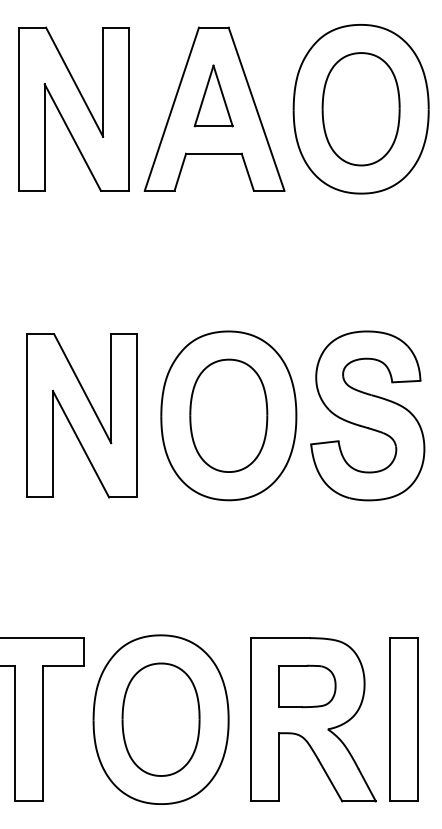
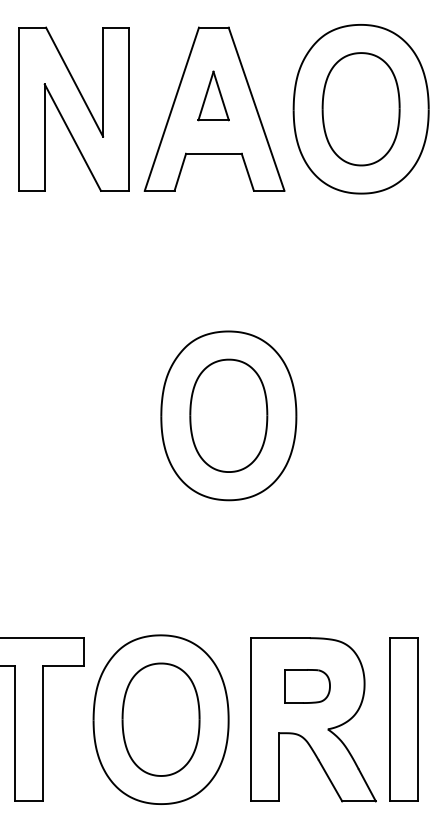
part at (213, 95) size: 41x64 px -> 33x52 px
part at (81, 415): present -> none
part at (367, 415): present -> none
part at (307, 686) size: 59x45 px -> 47x35 px
